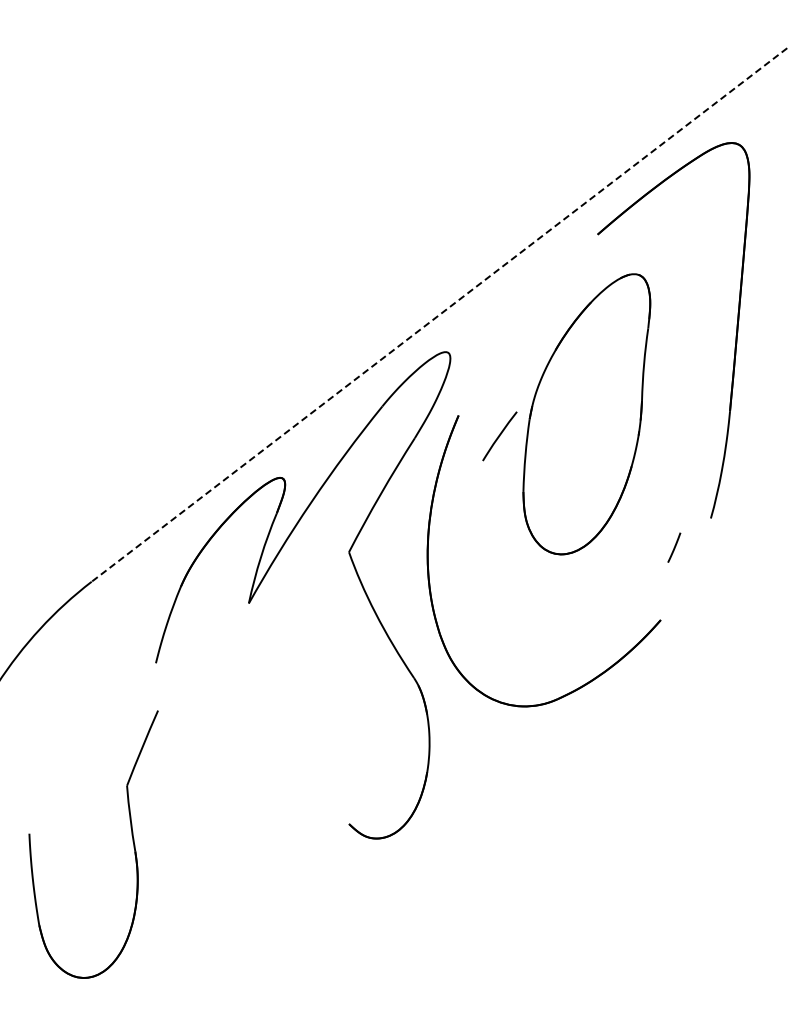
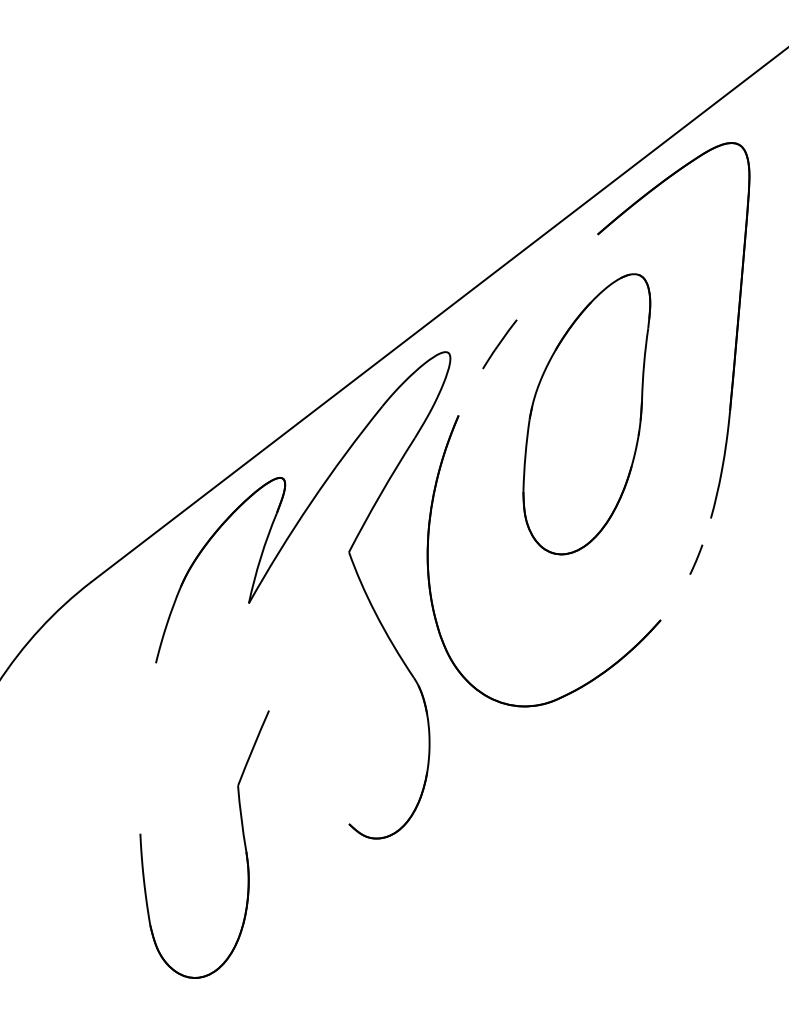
line at (440, 314): dashed -> solid
line at (499, 436) position: (499, 436) -> (499, 344)
line at (674, 547) position: (674, 547) -> (696, 559)
part at (131, 835) position: (131, 835) -> (242, 835)
